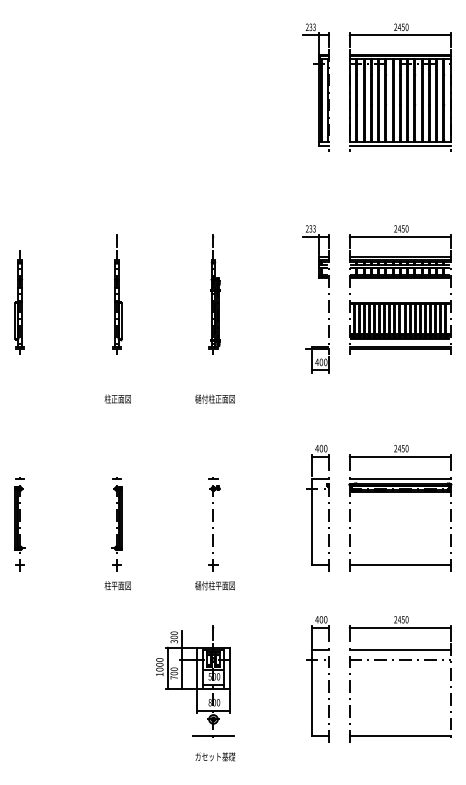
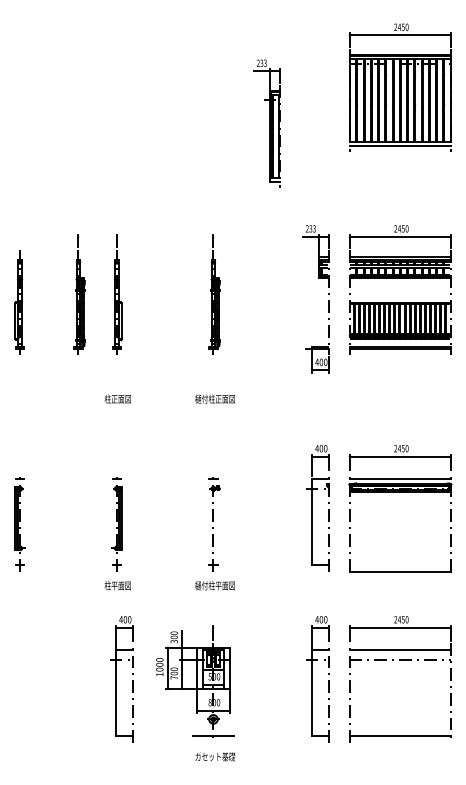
part at (315, 87) position: (315, 87) -> (266, 123)
part at (79, 294): none -> present
line at (400, 565) position: (400, 565) -> (400, 572)
part at (121, 679): none -> present
